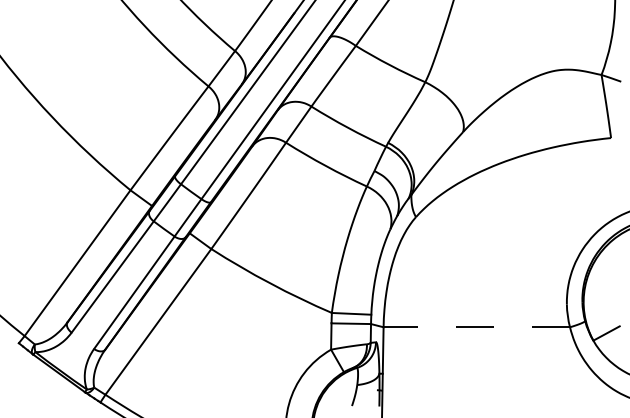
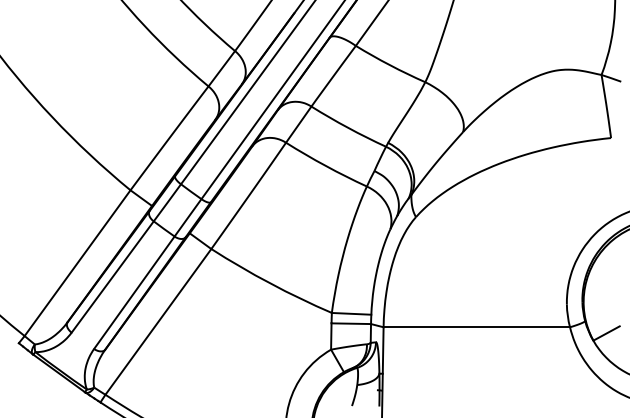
line at (476, 327): dashed -> solid
